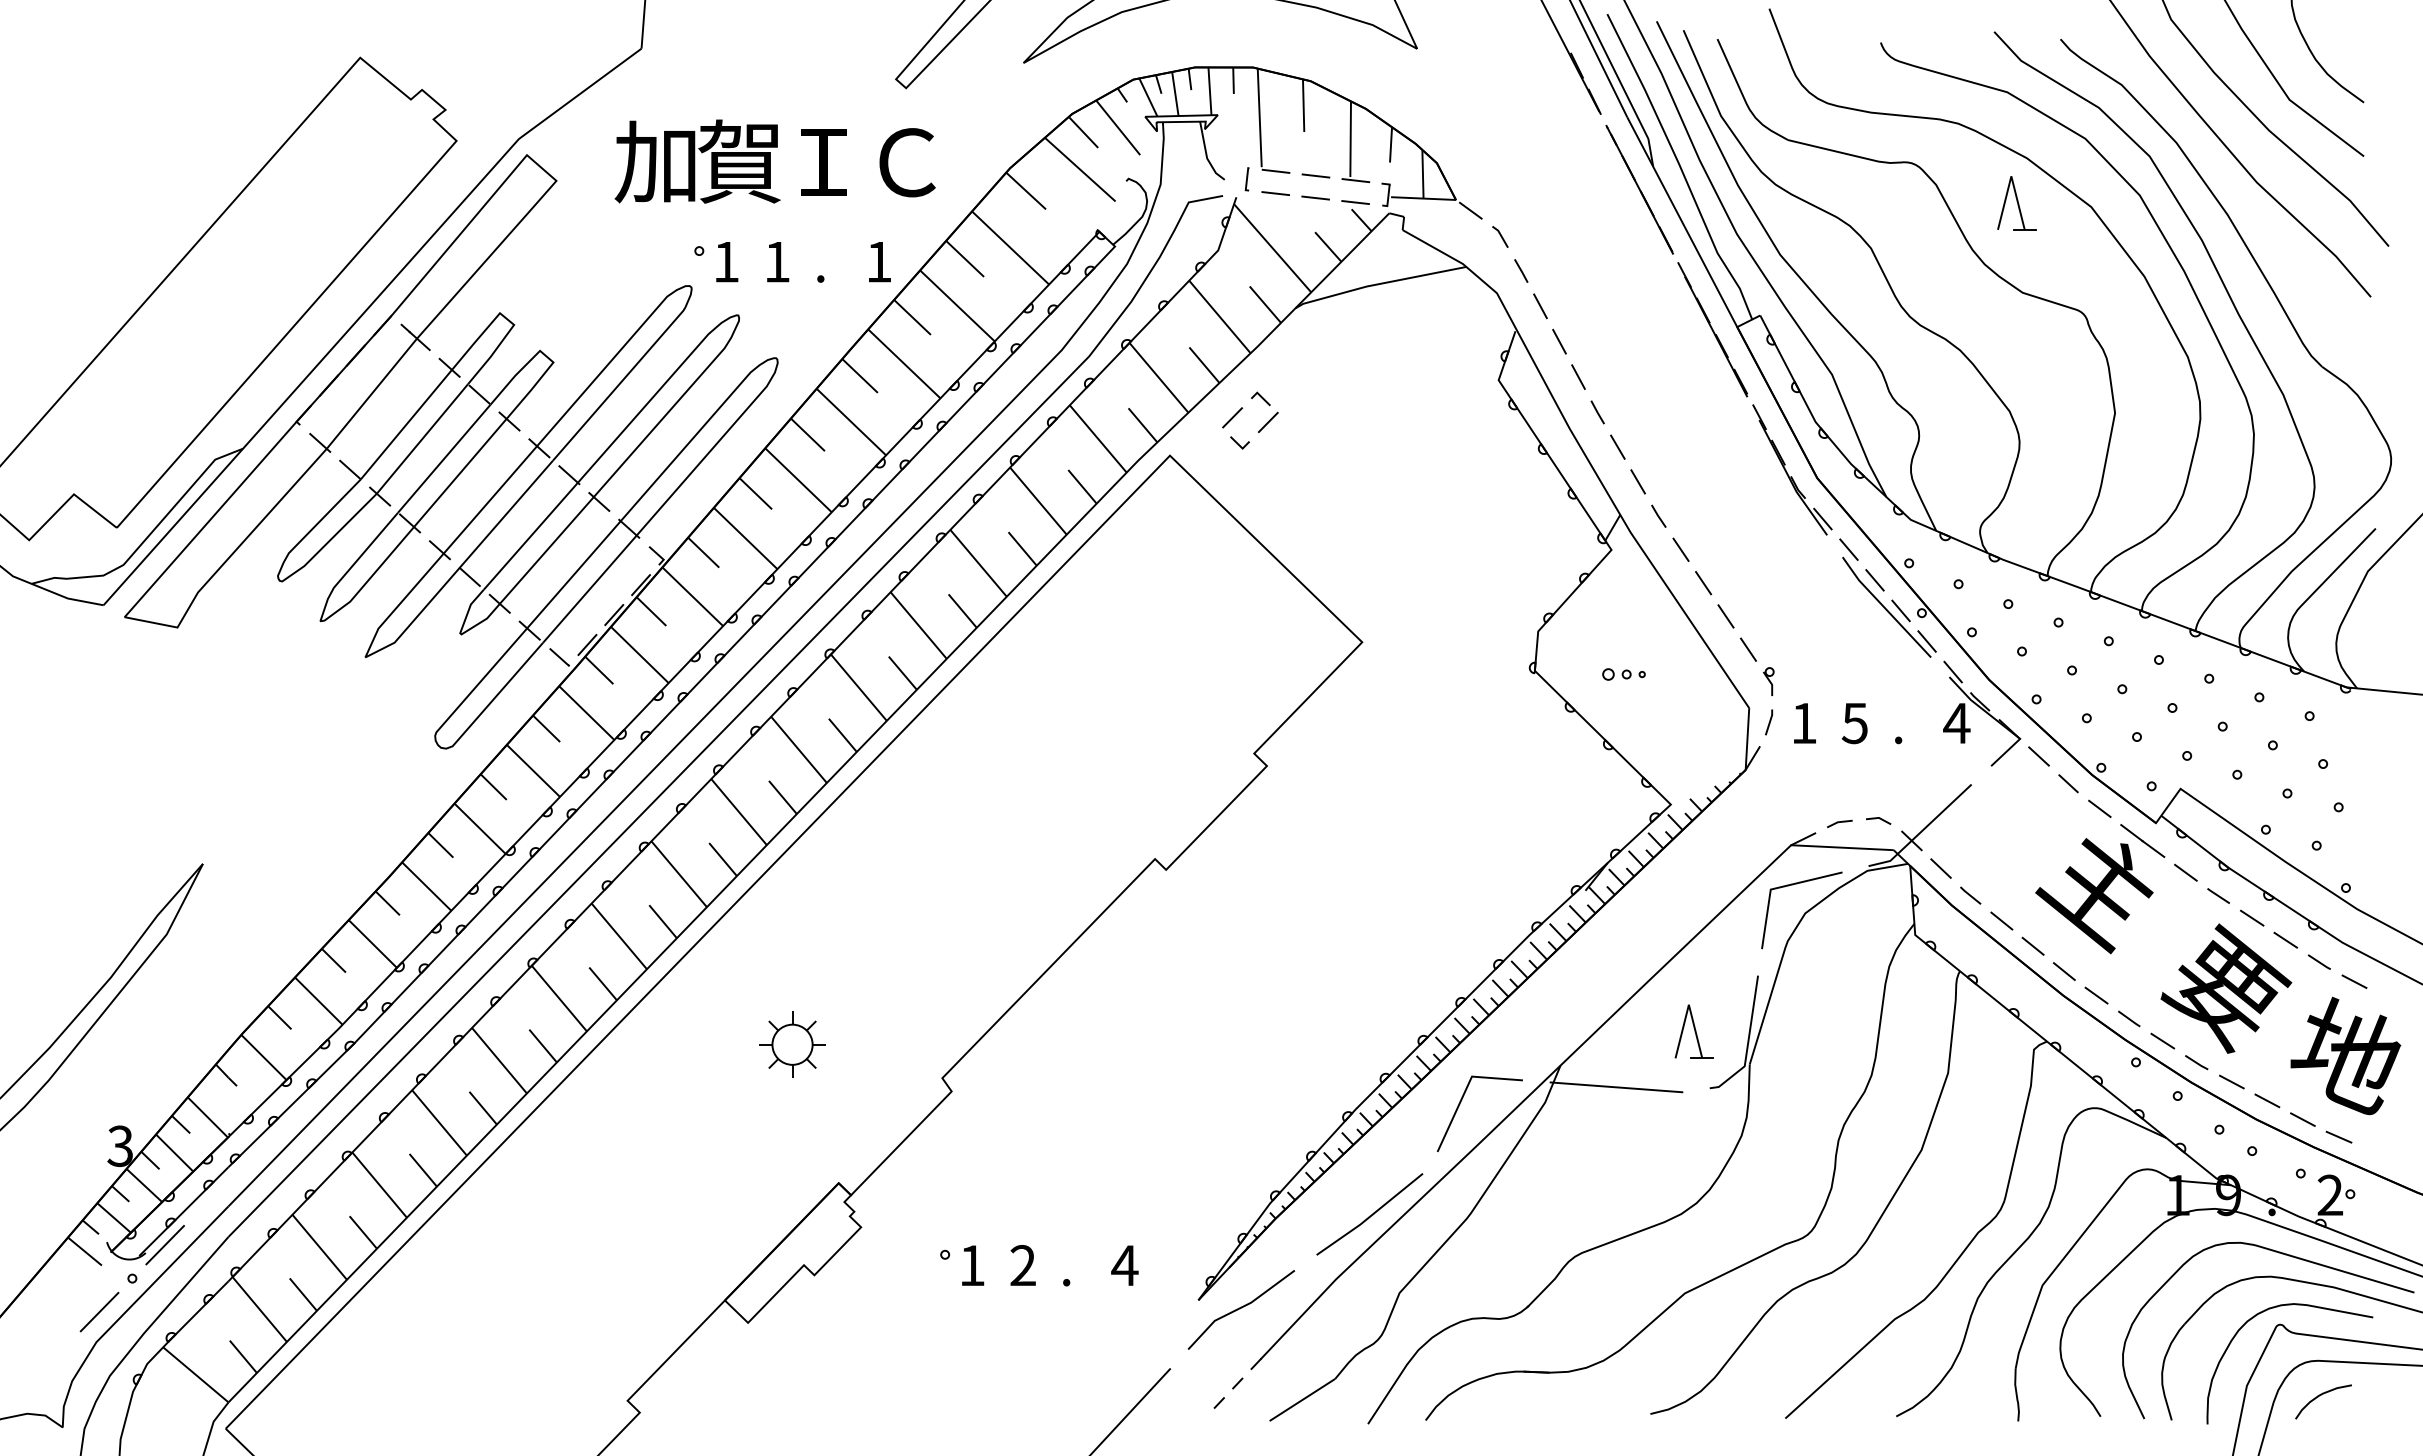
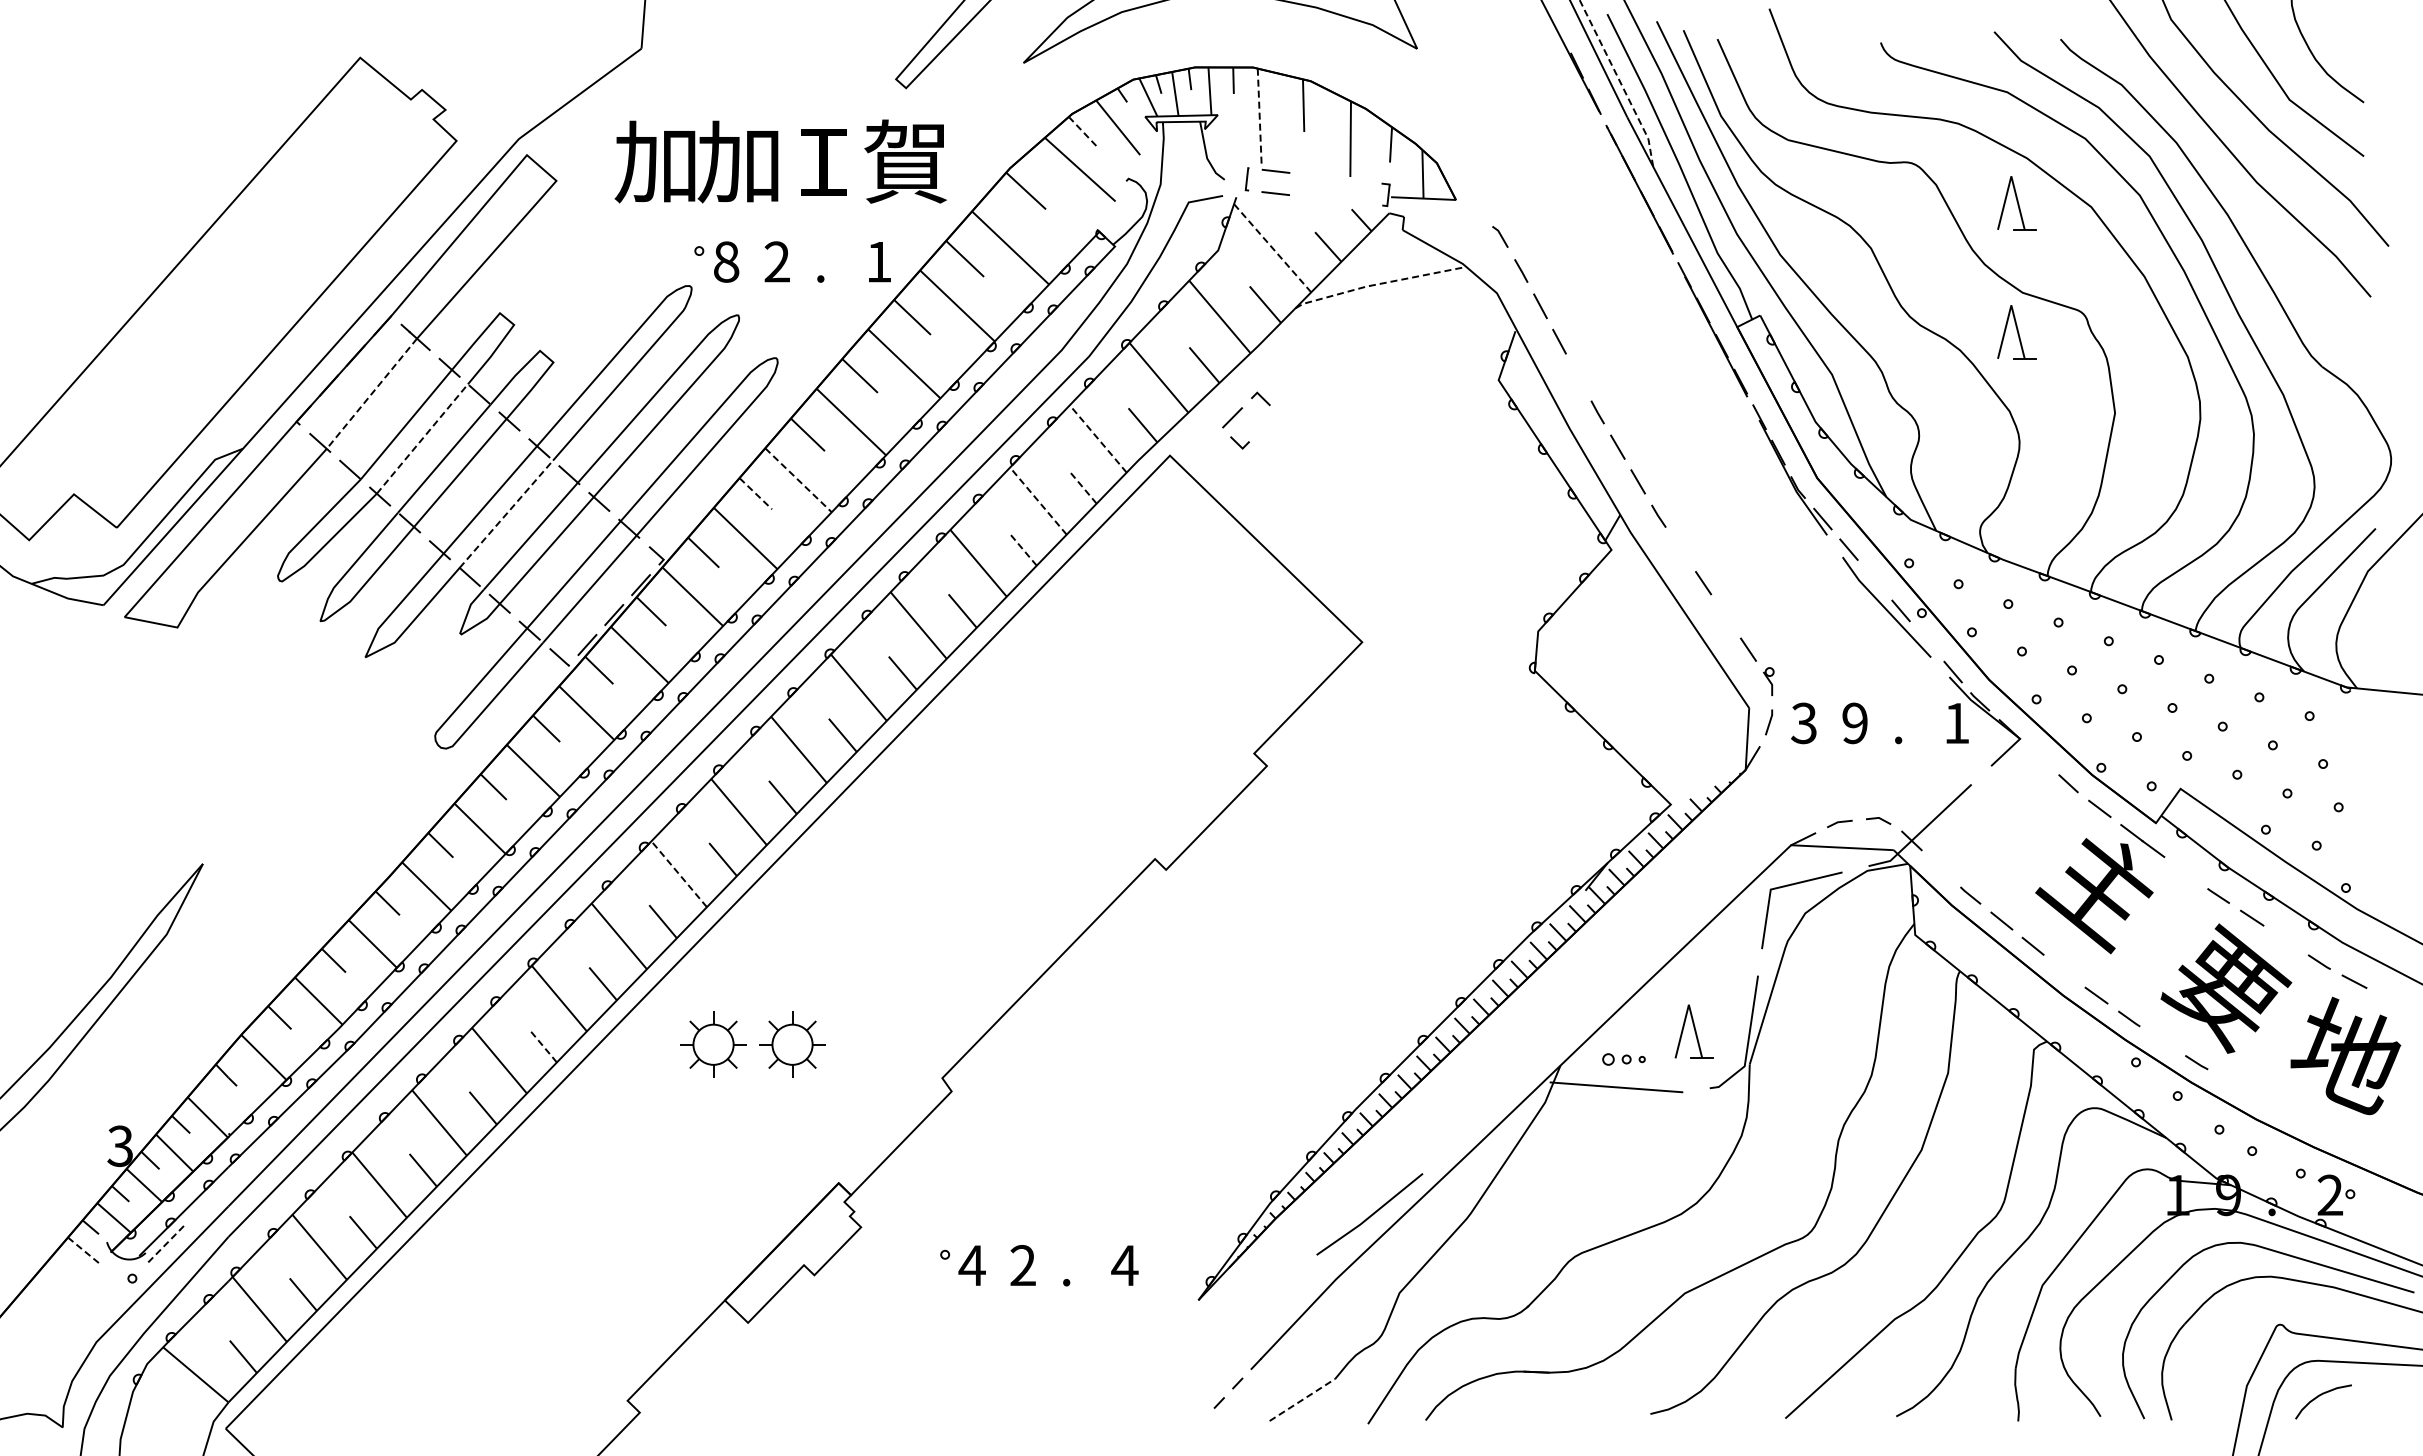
line at (1620, 82): solid -> dashed
line at (1259, 118): solid -> dashed
line at (1083, 132): solid -> dashed
text at (738, 161): 賀 -> 加
text at (905, 161): Ｃ -> 賀
line at (1315, 175): present -> none
line at (1355, 180): present -> none
line at (1315, 197): present -> none
line at (1355, 202): present -> none
line at (1470, 210): present -> none
line at (1272, 248): solid -> dashed
text at (726, 261): 1 -> 8
text at (776, 261): 1 -> 2
line at (1378, 284): solid -> dashed
part at (2016, 332): none -> present
line at (1578, 376): present -> none
line at (371, 394): solid -> dashed
line at (1267, 422): present -> none
line at (422, 438): solid -> dashed
line at (1097, 438): solid -> dashed
line at (798, 480): solid -> dashed
line at (1082, 486): solid -> dashed
line at (755, 493): solid -> dashed
line at (1038, 501): solid -> dashed
line at (506, 513): solid -> dashed
line at (1022, 548): solid -> dashed
line at (1680, 549): present -> none
line at (1874, 580): present -> none
line at (1725, 616): present -> none
line at (1926, 641): present -> none
part at (1623, 674) position: (1623, 674) -> (1623, 1059)
text at (1803, 723): 1 -> 3
text at (1854, 723): 5 -> 9
text at (1956, 723): 4 -> 1
line at (2038, 756): present -> none
line at (1940, 868): present -> none
line at (2185, 872): present -> none
line at (678, 873): solid -> dashed
line at (2285, 939): present -> none
line at (2063, 971): present -> none
line at (2162, 1040): present -> none
part at (713, 1044): none -> present
line at (542, 1045): solid -> dashed
line at (2231, 1081): present -> none
line at (2267, 1100): present -> none
line at (1460, 1104): present -> none
line at (2302, 1119): present -> none
line at (2338, 1136): present -> none
line at (165, 1245): solid -> dashed
line at (84, 1251): solid -> dashed
text at (971, 1265): 1 -> 4
line at (1241, 1308): present -> none
curve at (2274, 1308): present -> none
line at (99, 1311): present -> none
line at (1302, 1399): solid -> dashed
line at (1131, 1410): present -> none
